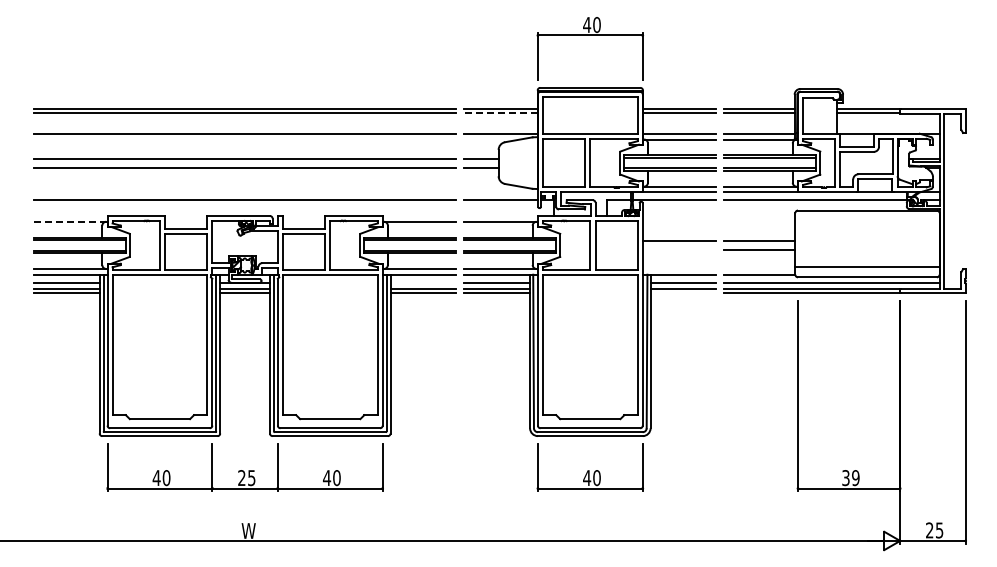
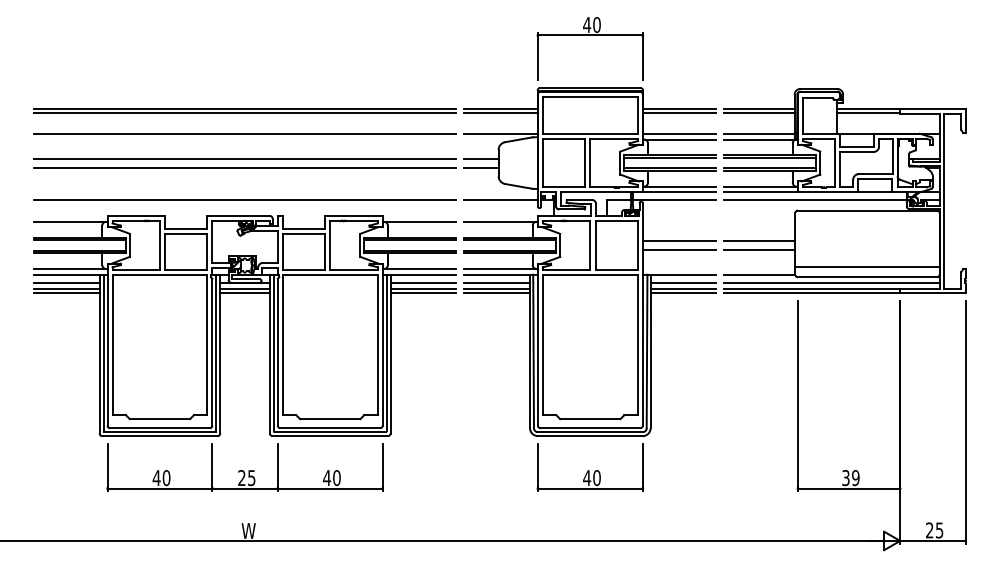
line at (500, 113): dashed -> solid
line at (70, 221): dashed -> solid
line at (679, 249): none -> present
line at (423, 282): none -> present
line at (683, 292): none -> present
